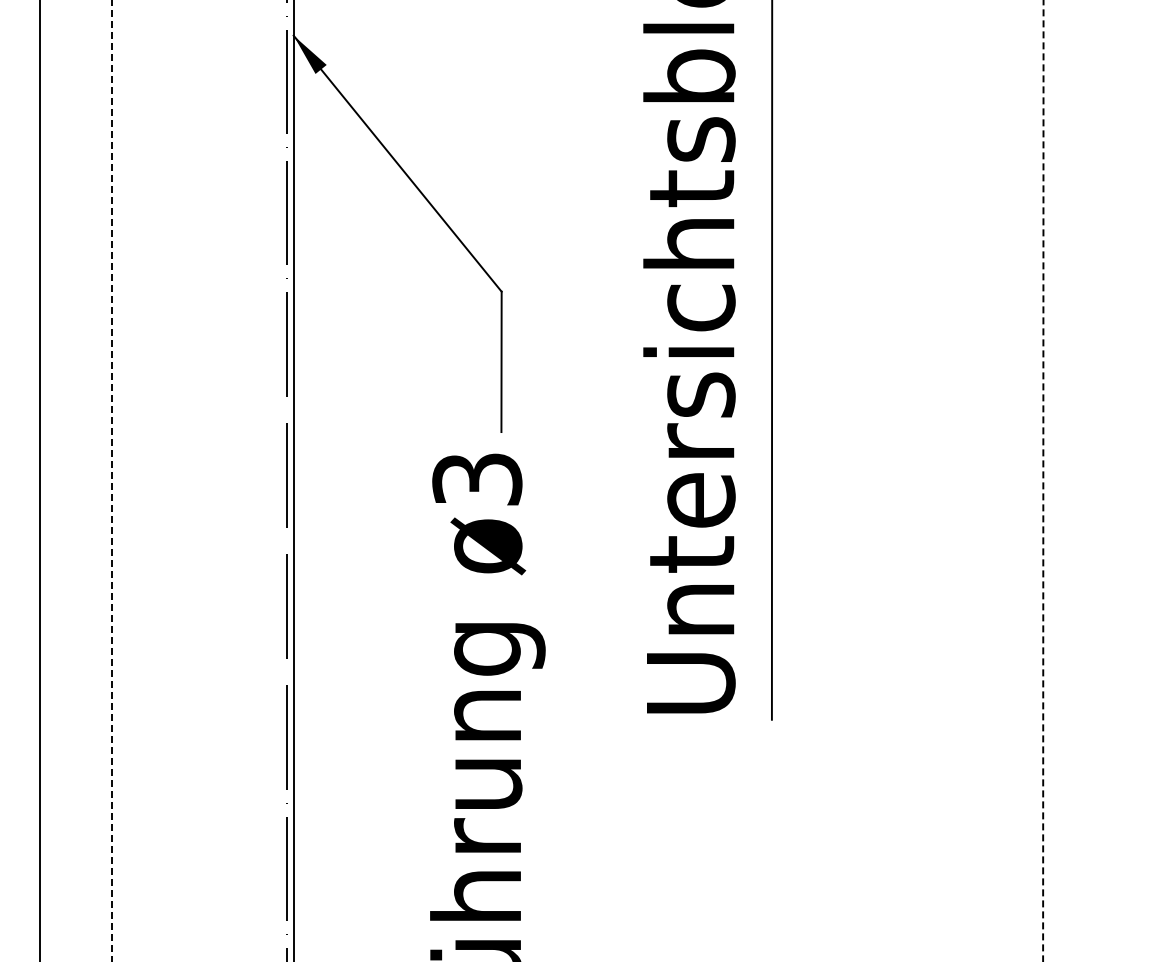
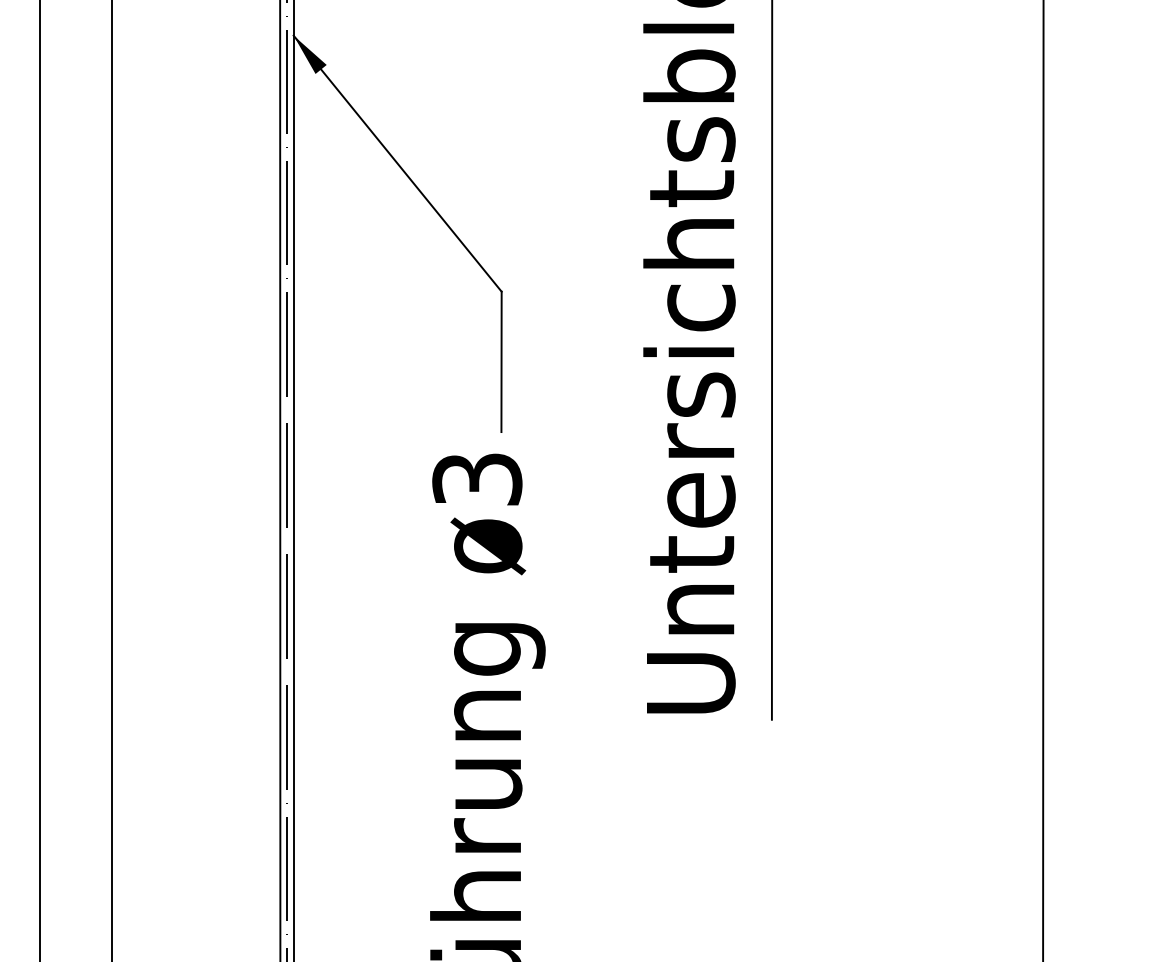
line at (112, 480): dashed -> solid
line at (280, 480): none -> present
line at (1043, 480): dashed -> solid
